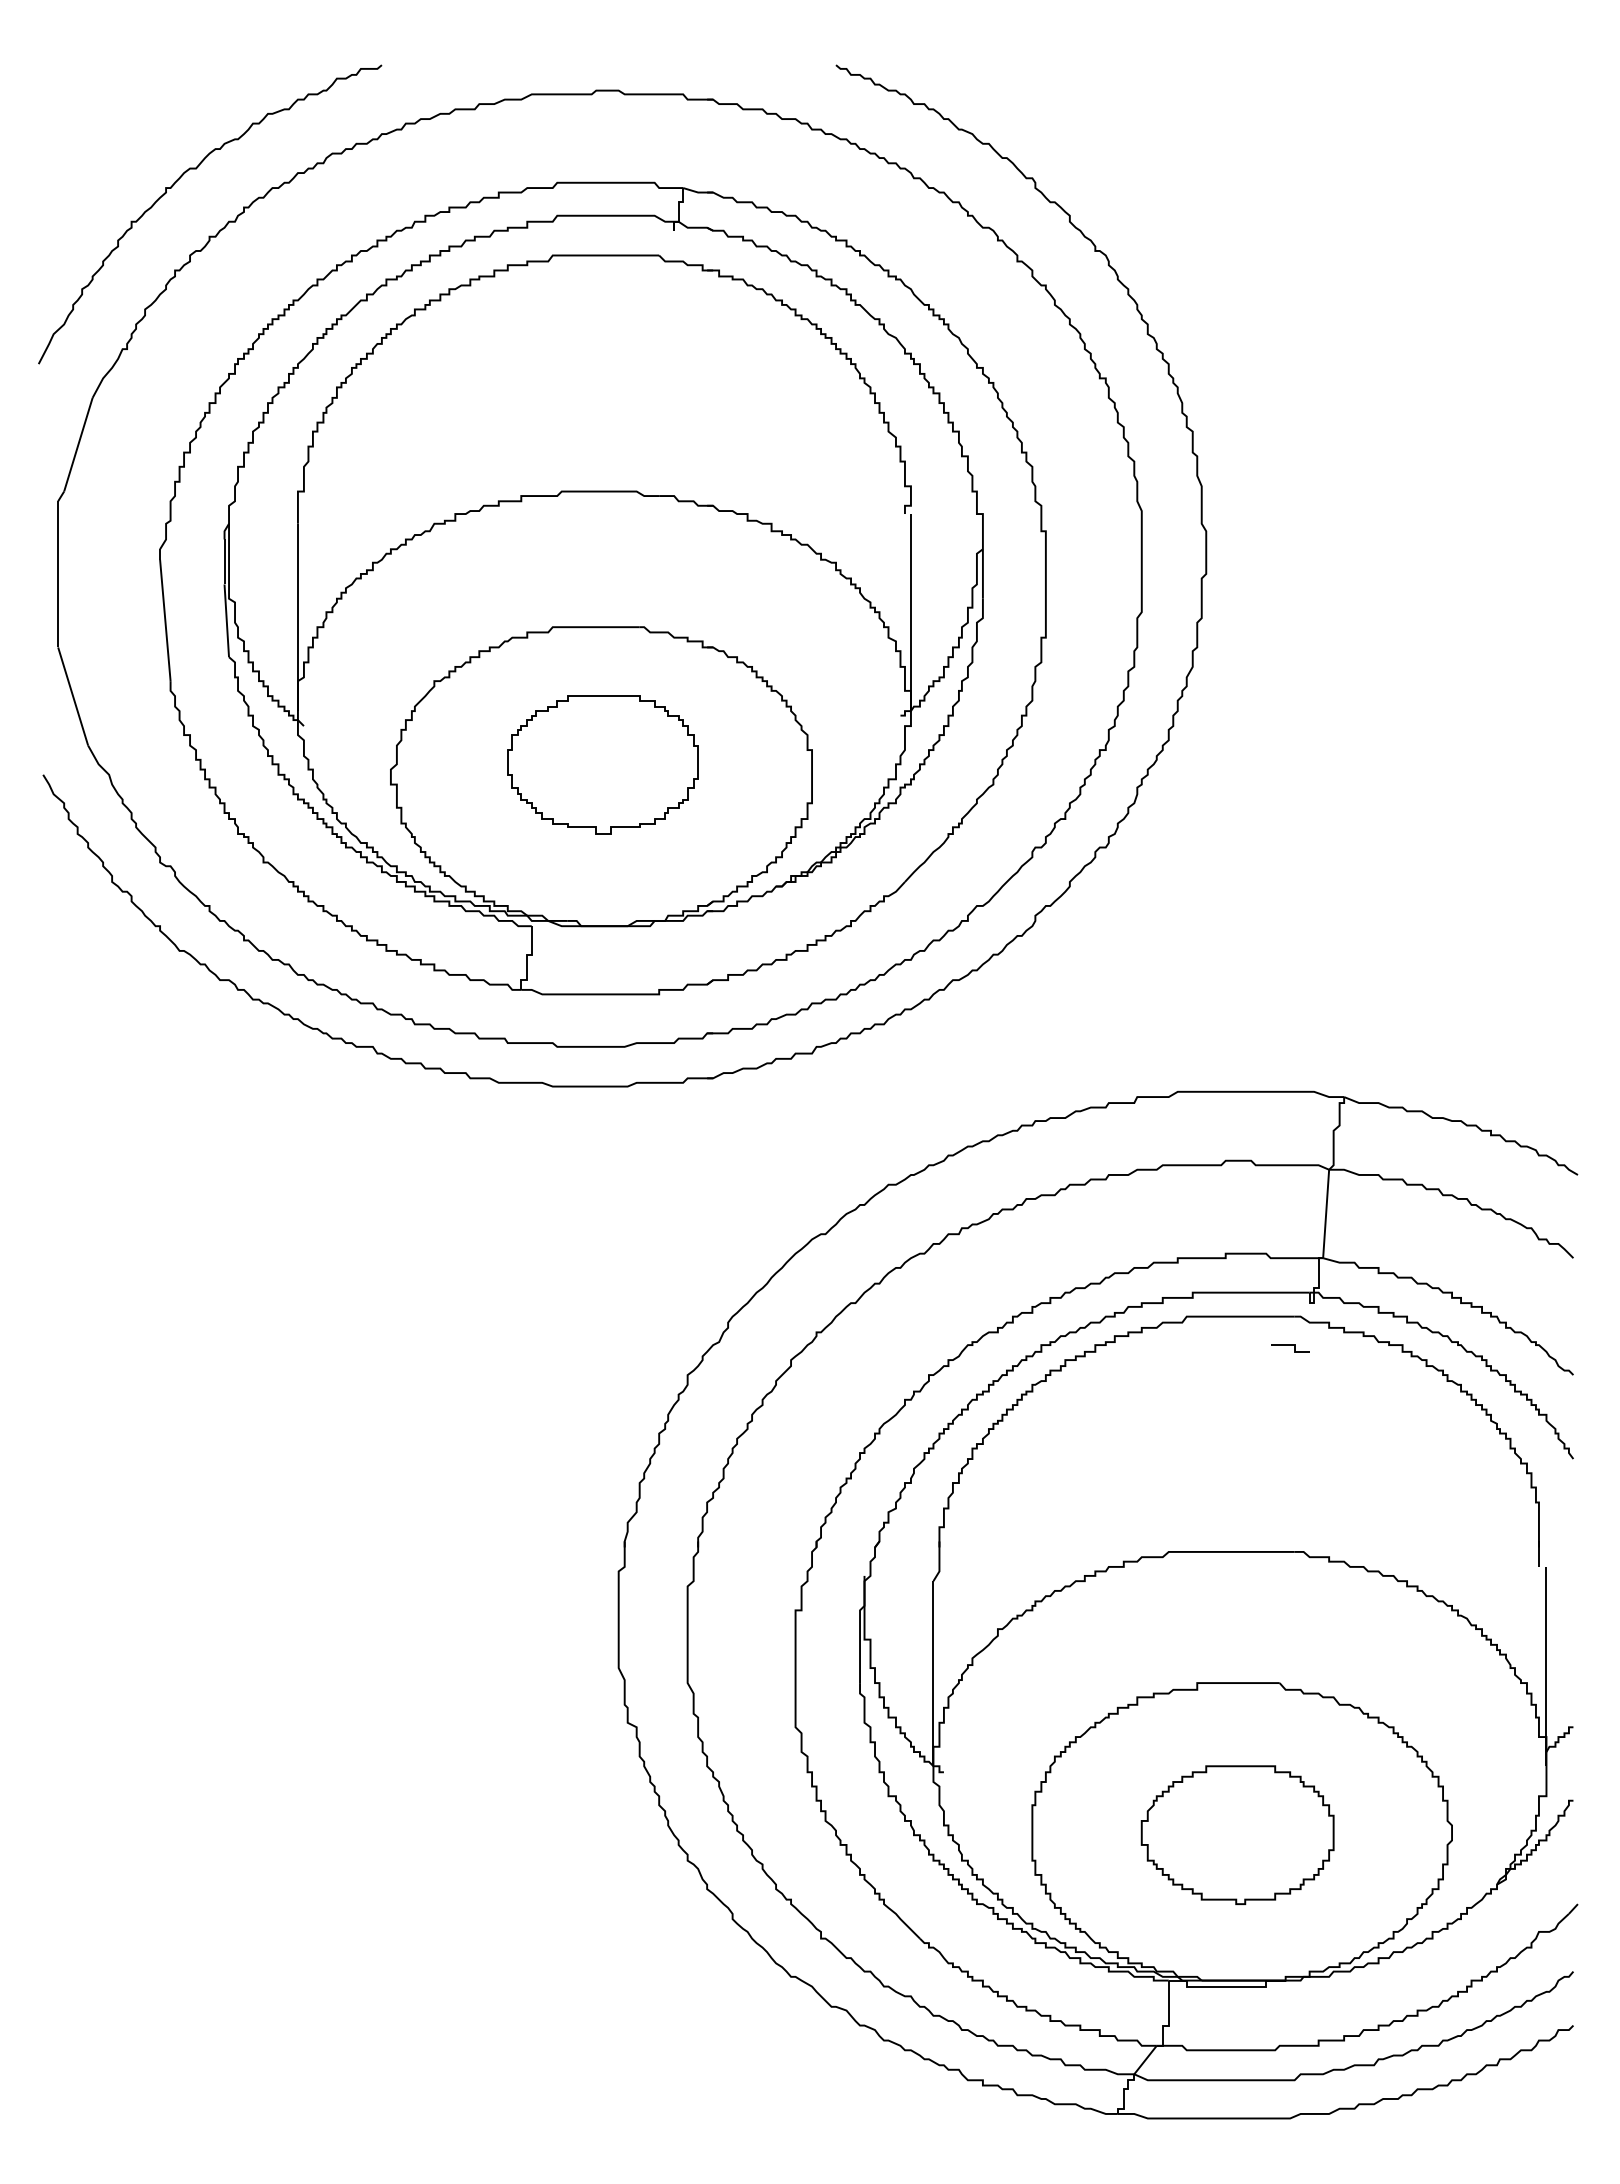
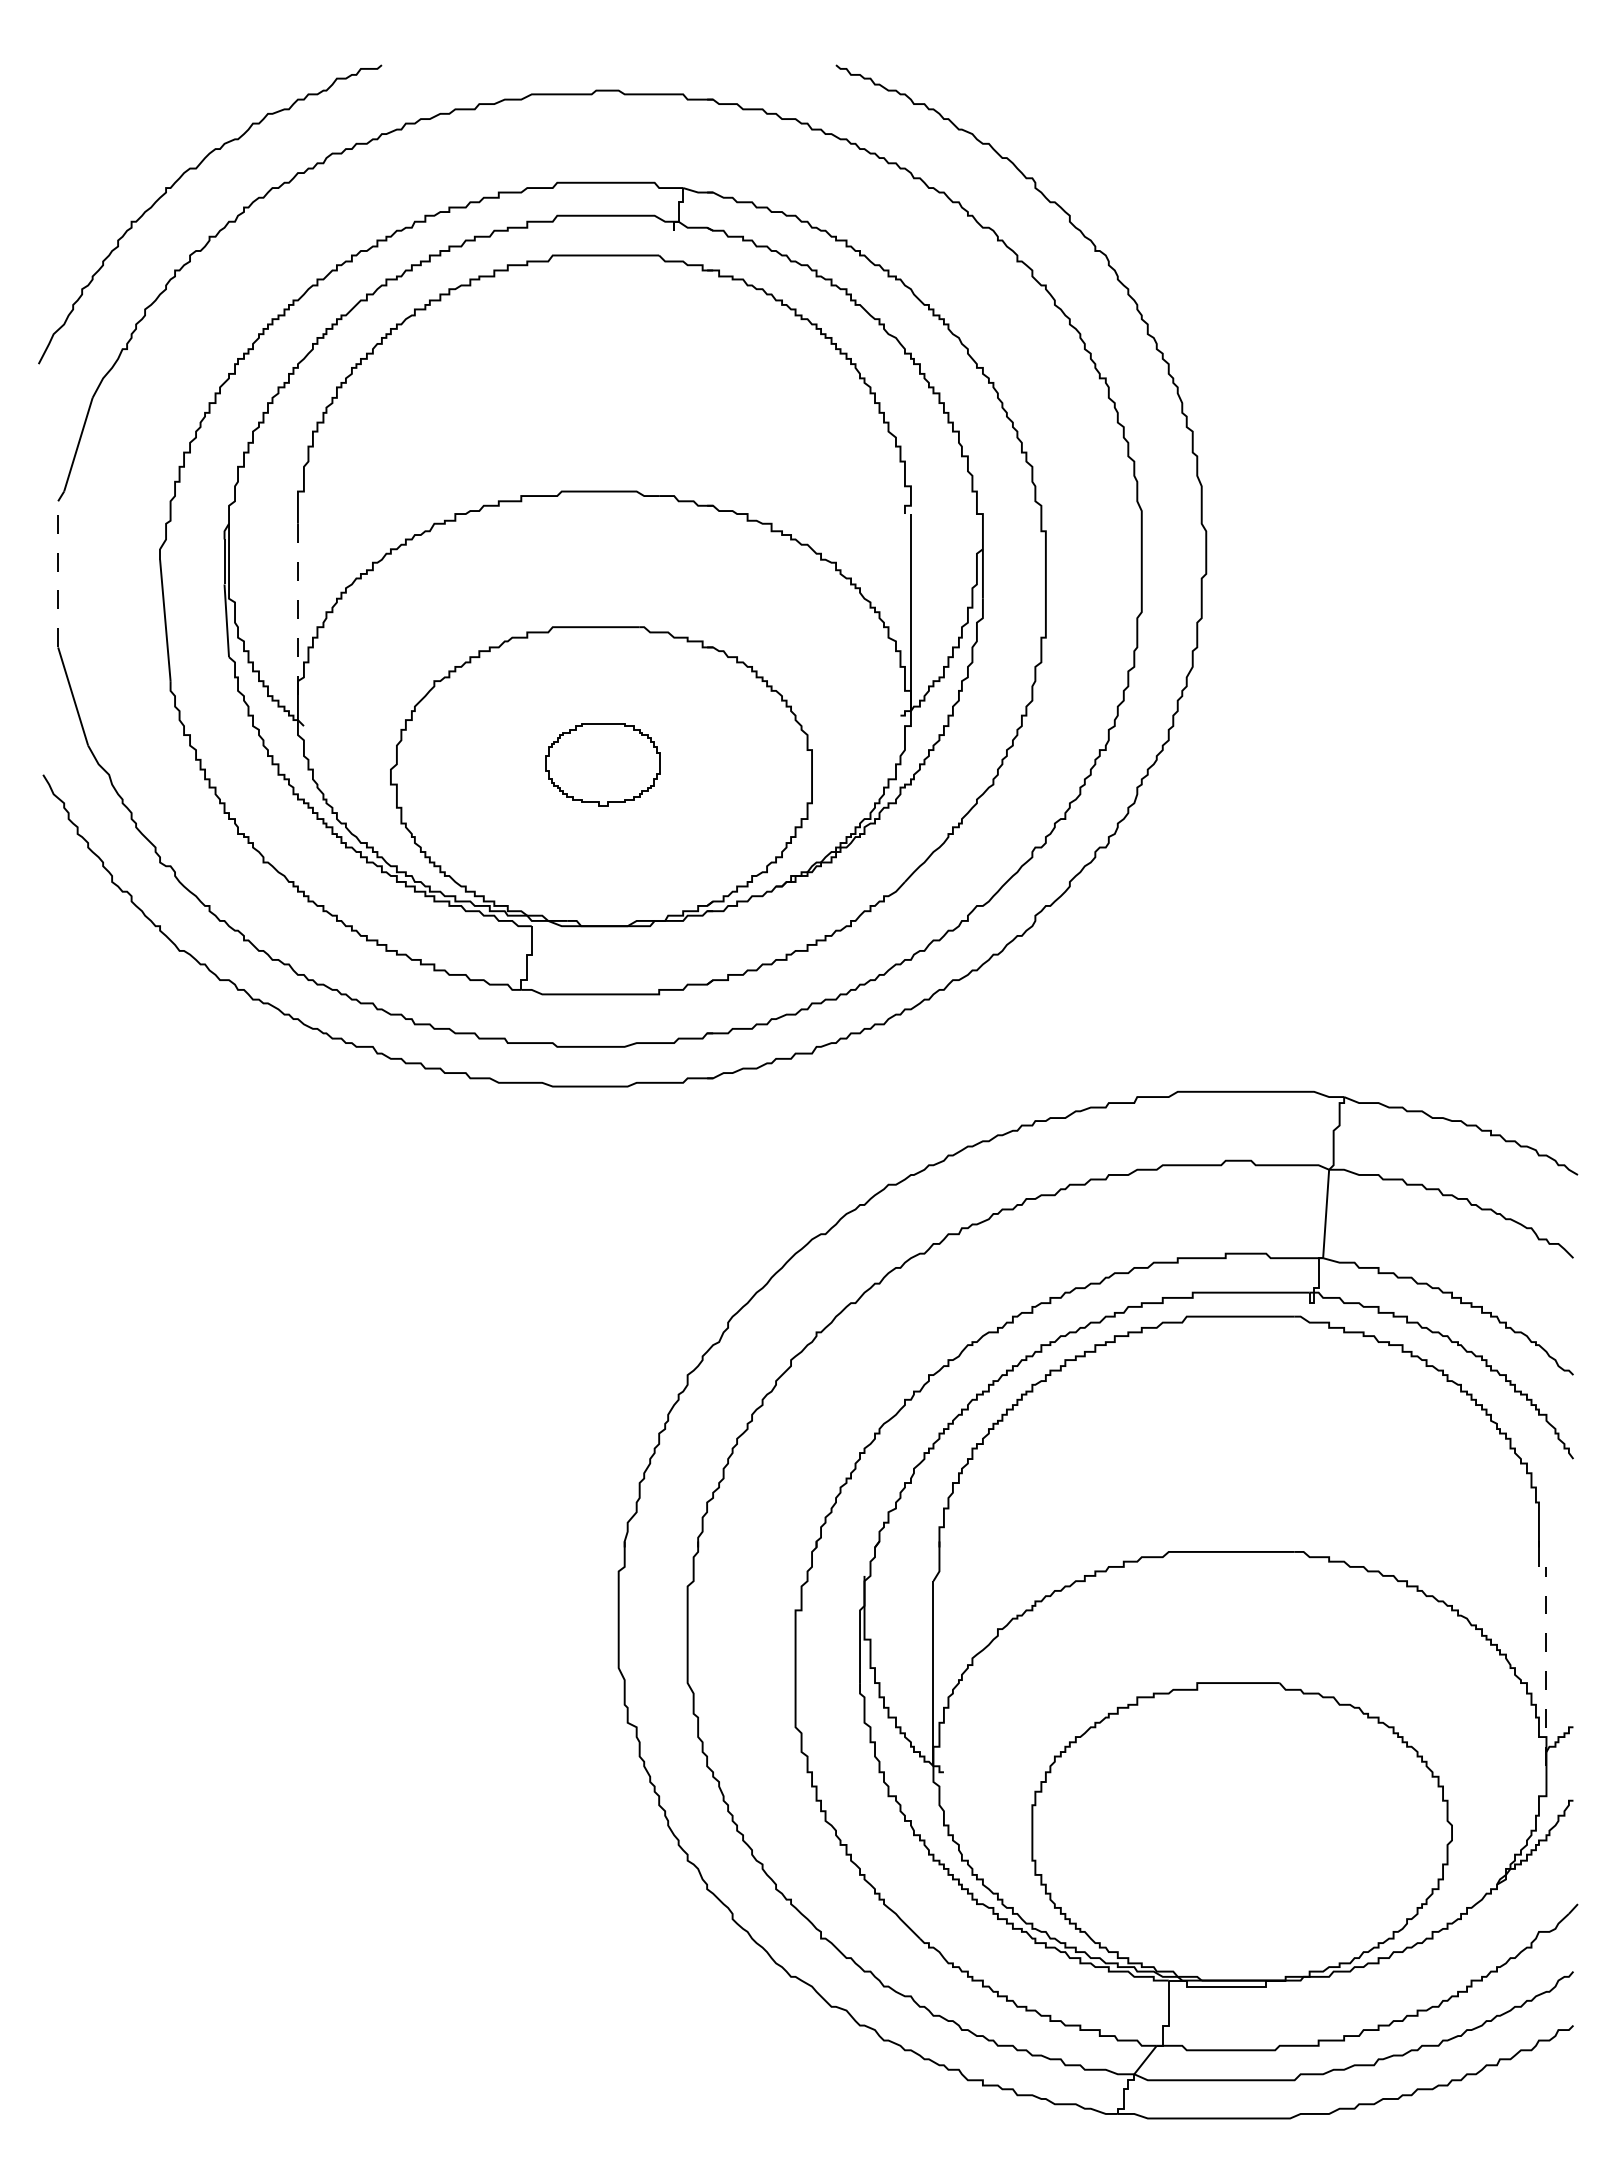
line at (58, 573): solid -> dashed
line at (297, 617): solid -> dashed
part at (602, 764) size: 192x140 px -> 116x84 px
curve at (1290, 1345): present -> none
line at (1546, 1666): solid -> dashed
part at (1237, 1834): present -> none
